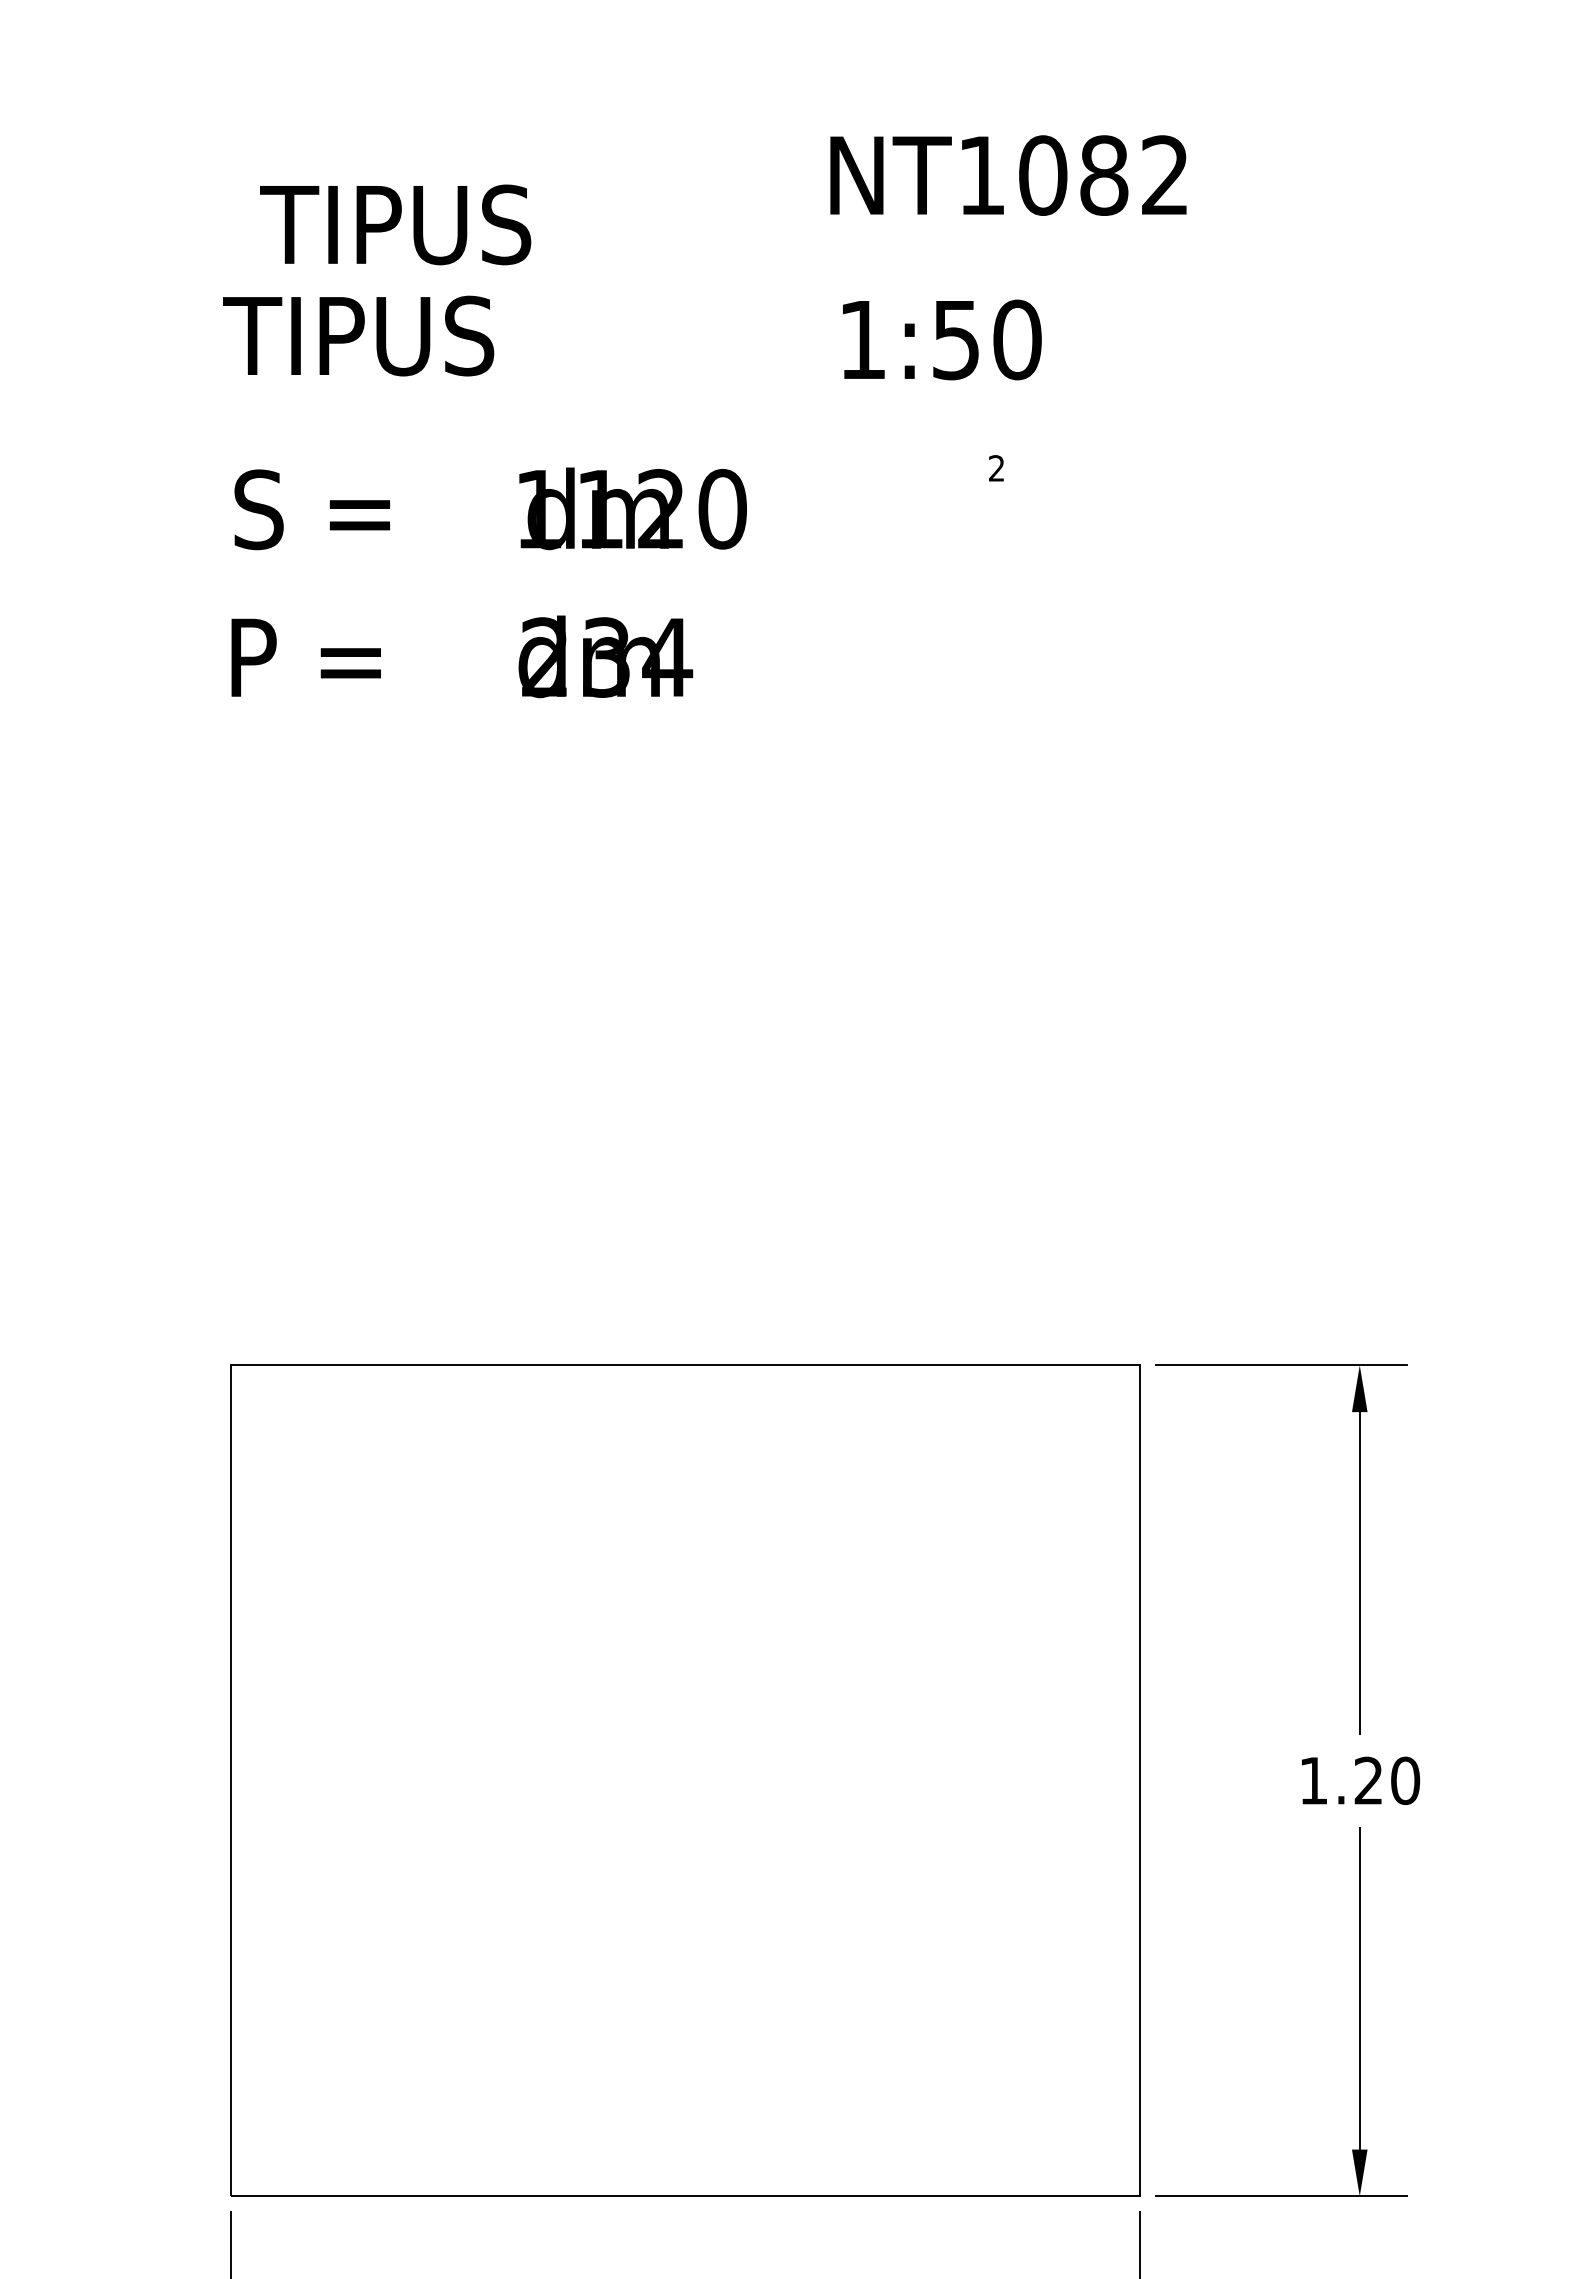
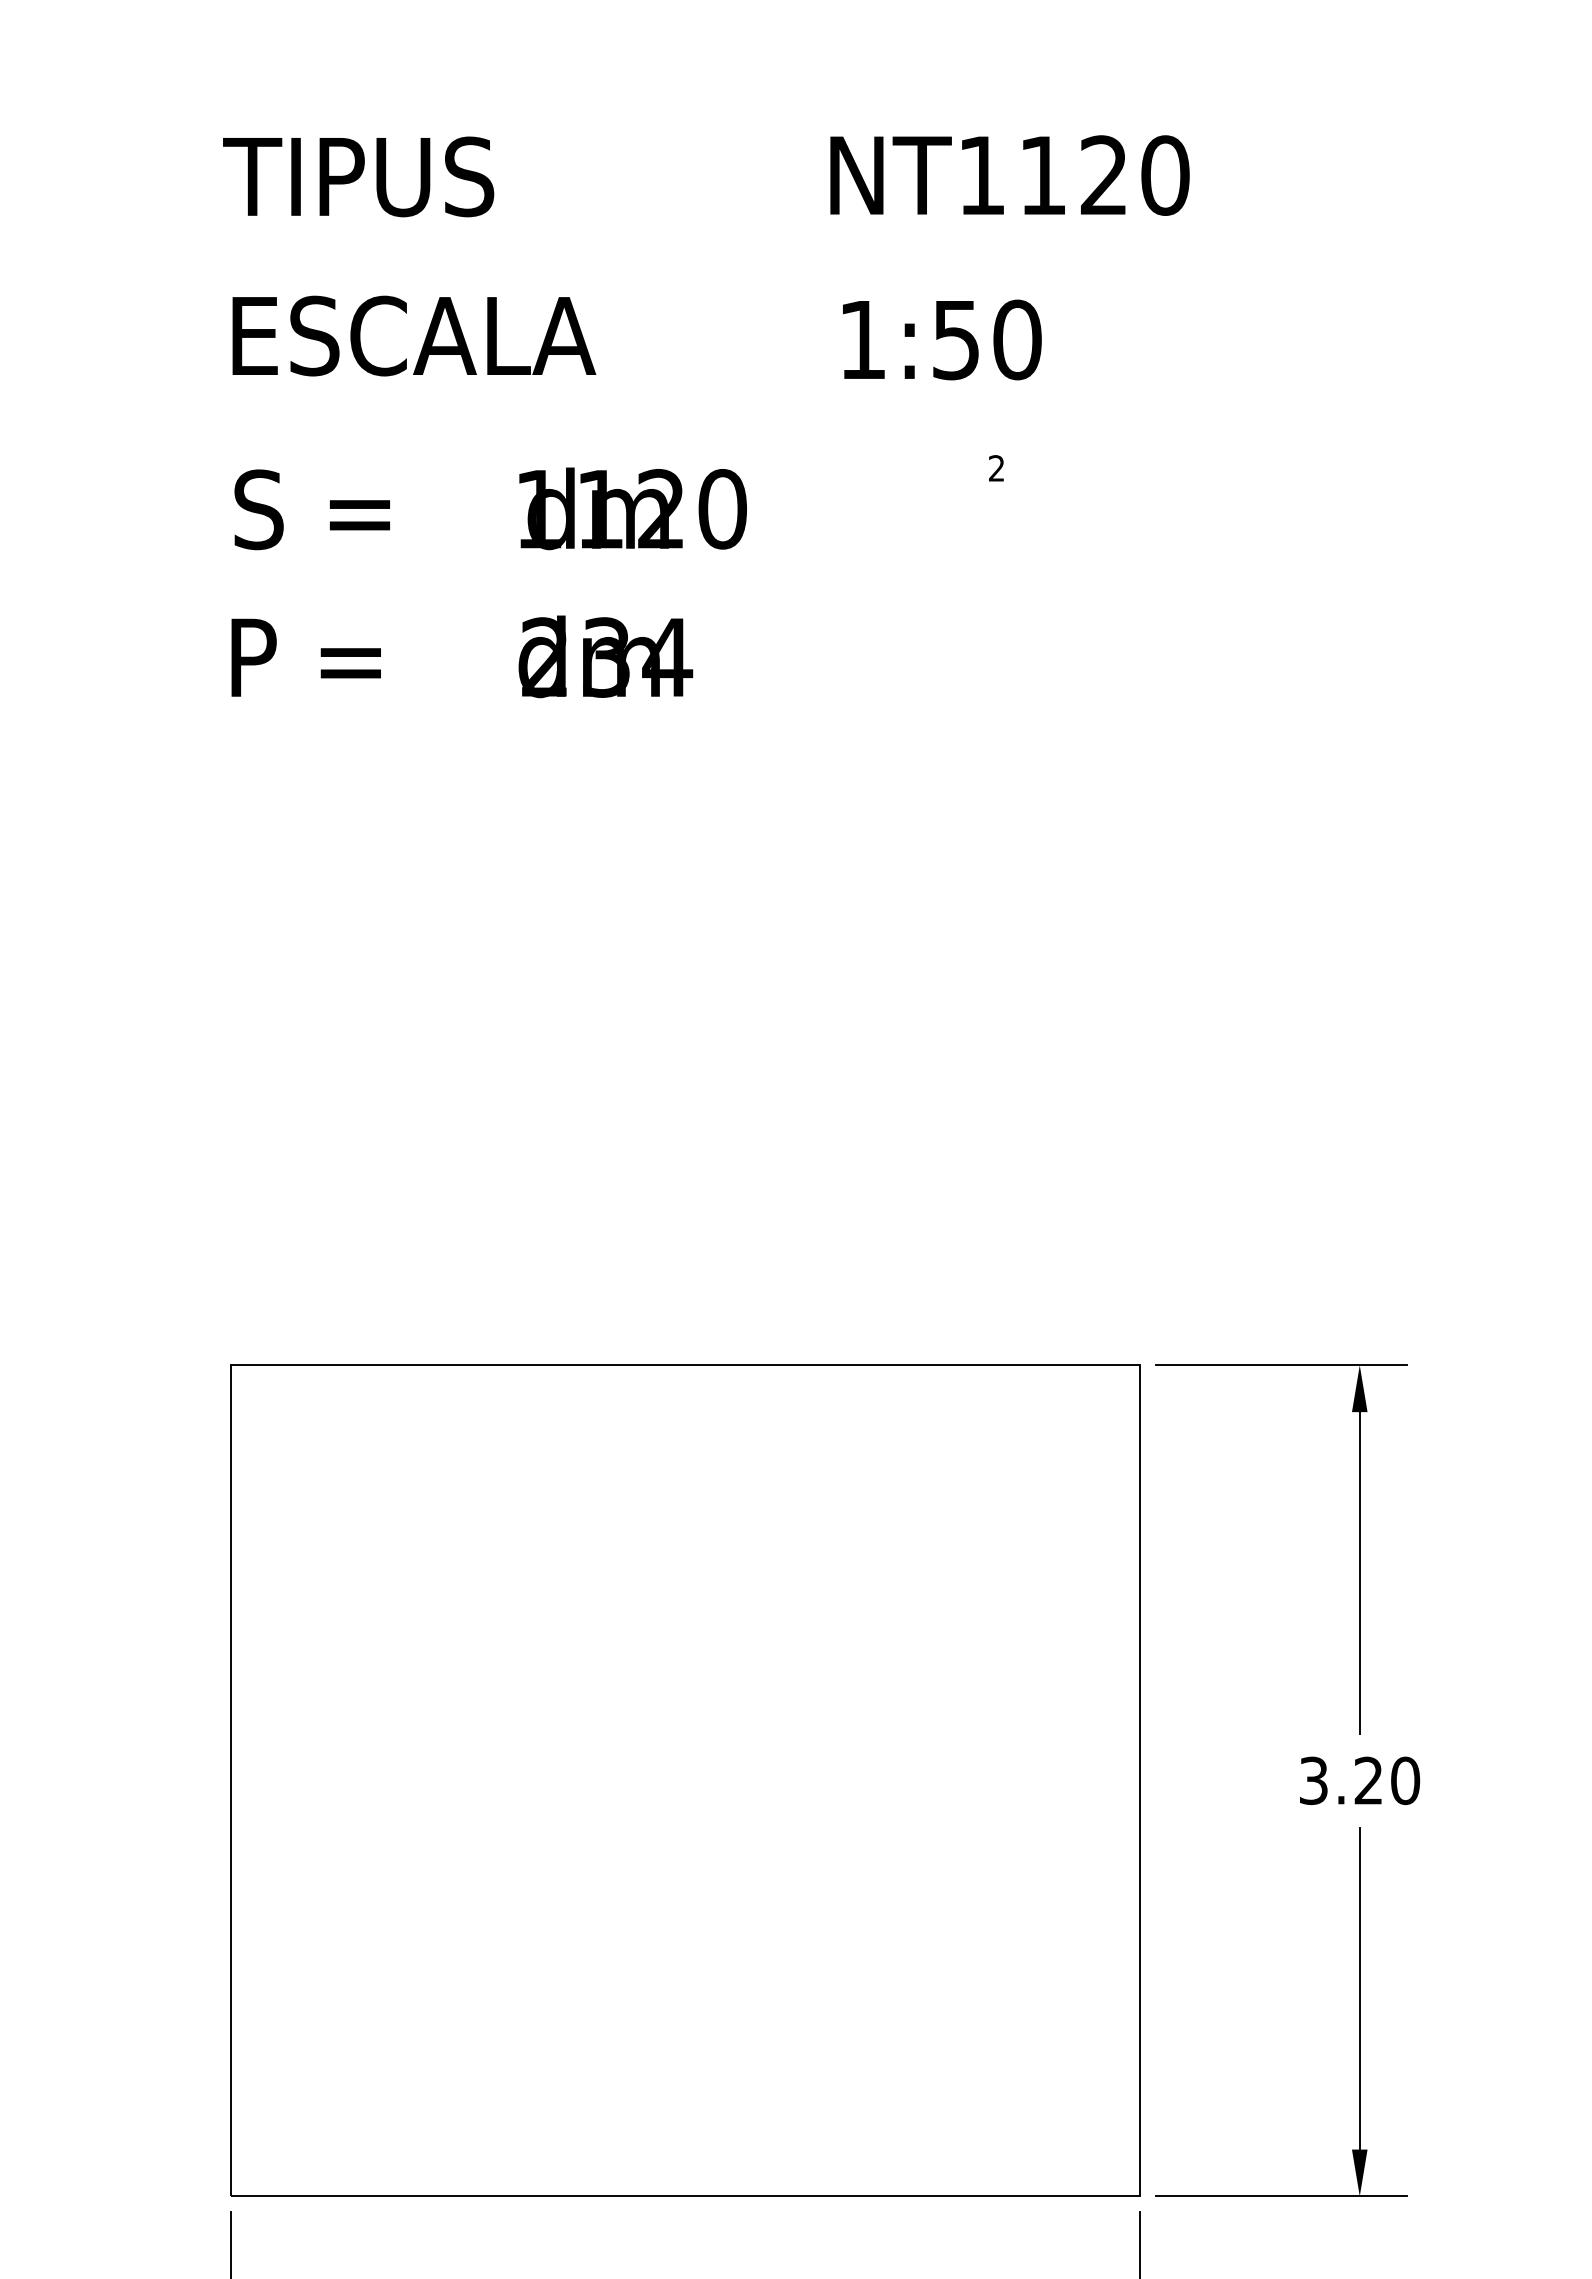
text at (1104, 175): NT1082 -> NT1120
text at (395, 224) position: (395, 224) -> (358, 176)
text at (409, 335): TIPUS -> ESCALA
text at (1313, 1780): 1.20 -> 3.20
